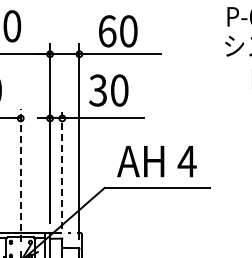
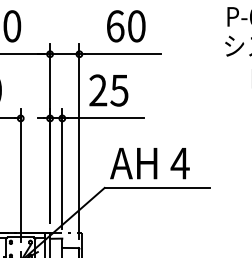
text at (118, 31) position: (118, 31) -> (126, 26)
text at (108, 90): 30 -> 25
text at (156, 161) position: (156, 161) -> (149, 163)
line at (62, 168): dashed -> solid
line at (20, 175): dashed -> solid
